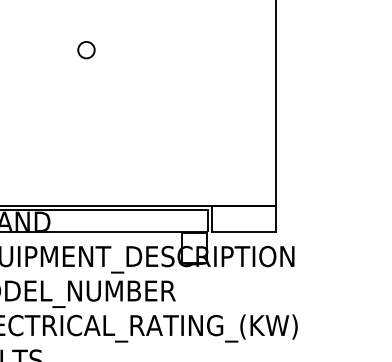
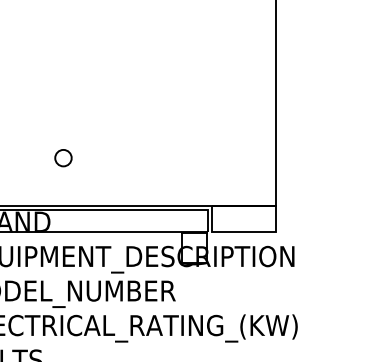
circle at (86, 50) position: (86, 50) -> (63, 158)
